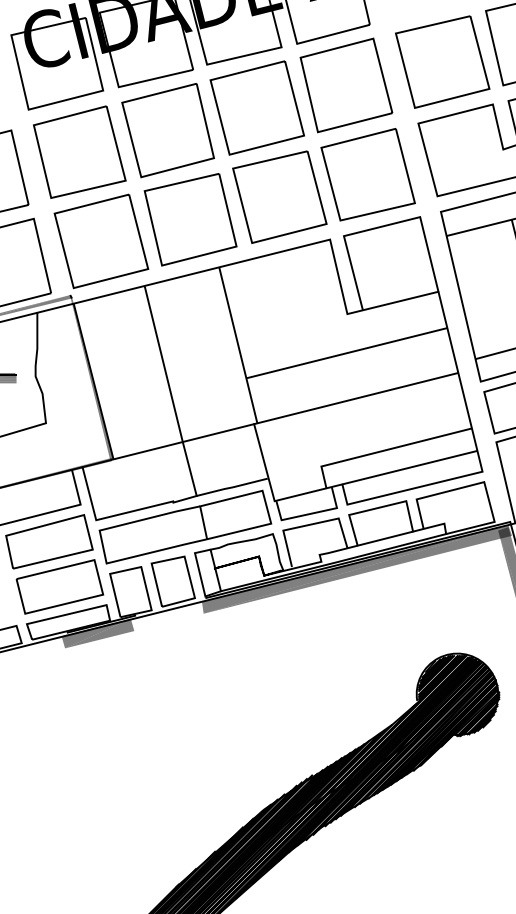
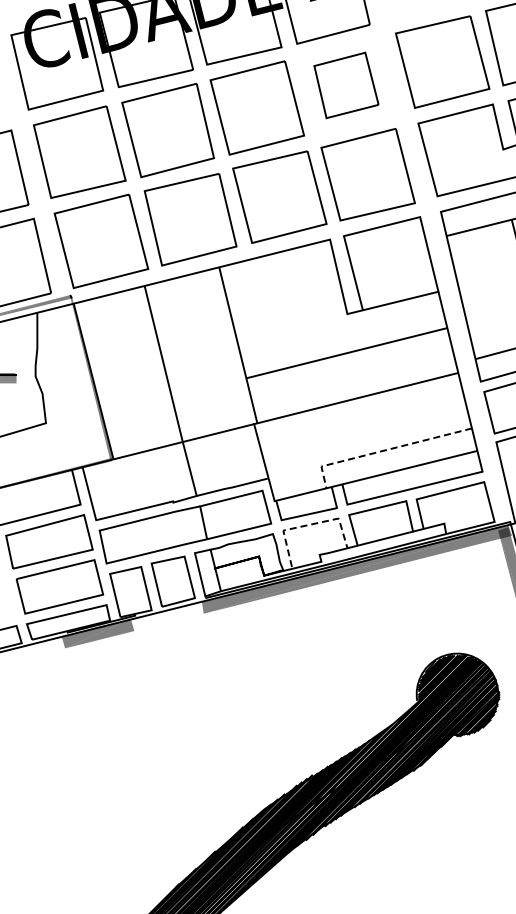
part at (346, 85) size: 95x97 px -> 67x69 px
line at (384, 450): solid -> dashed
line at (307, 525): solid -> dashed
